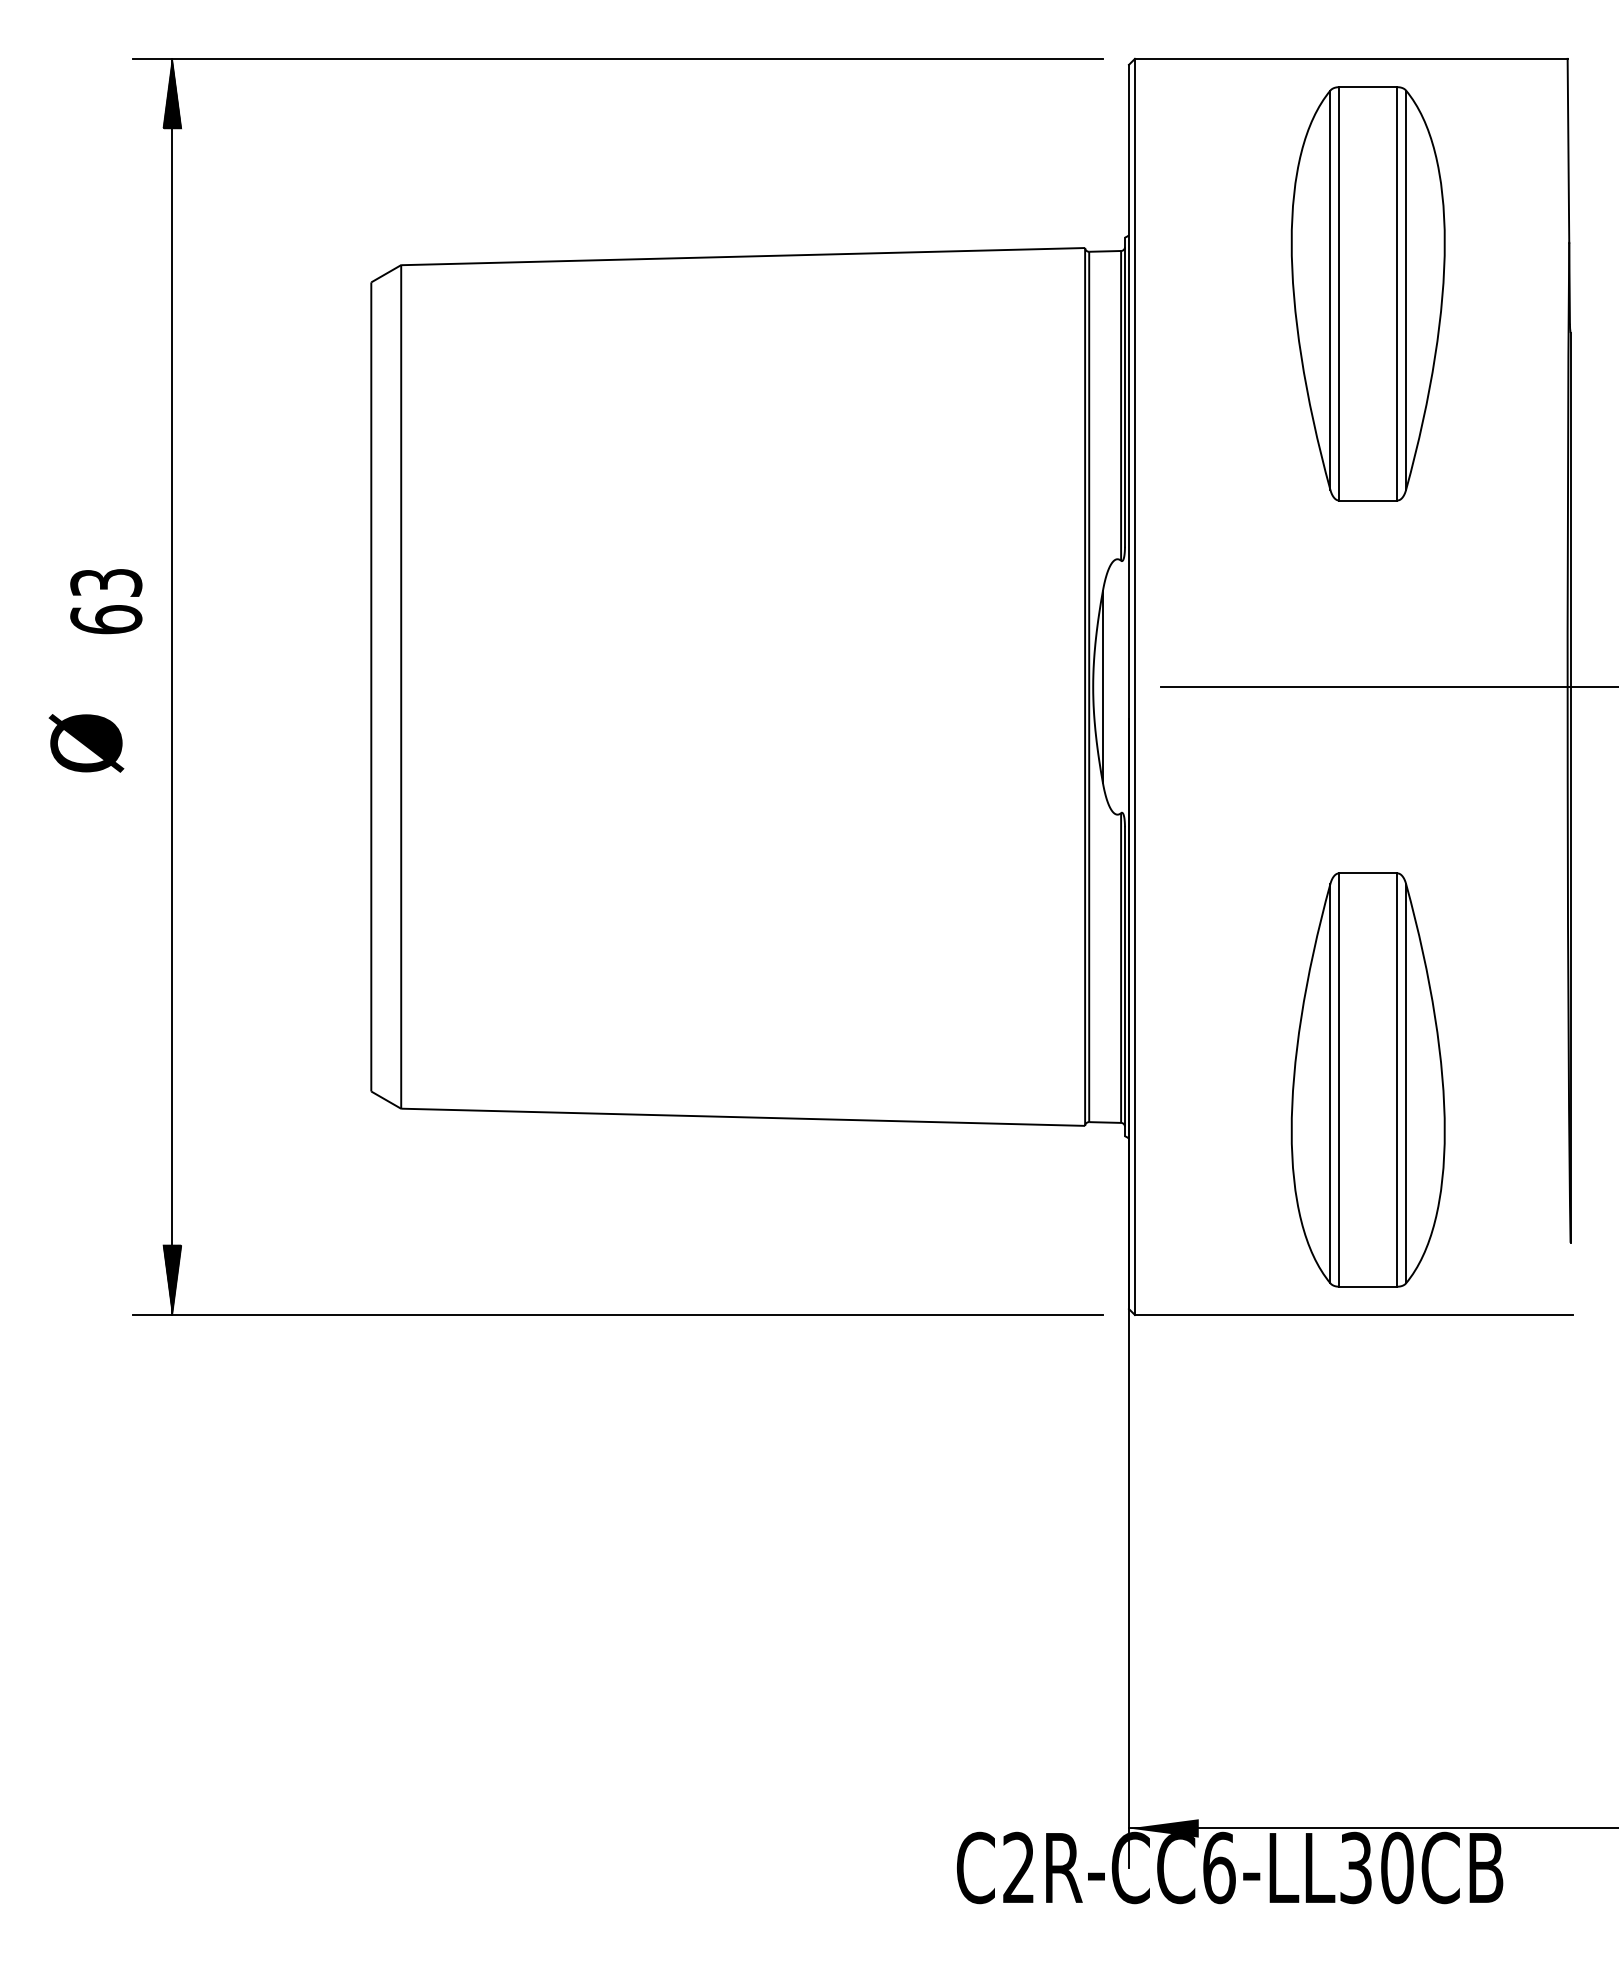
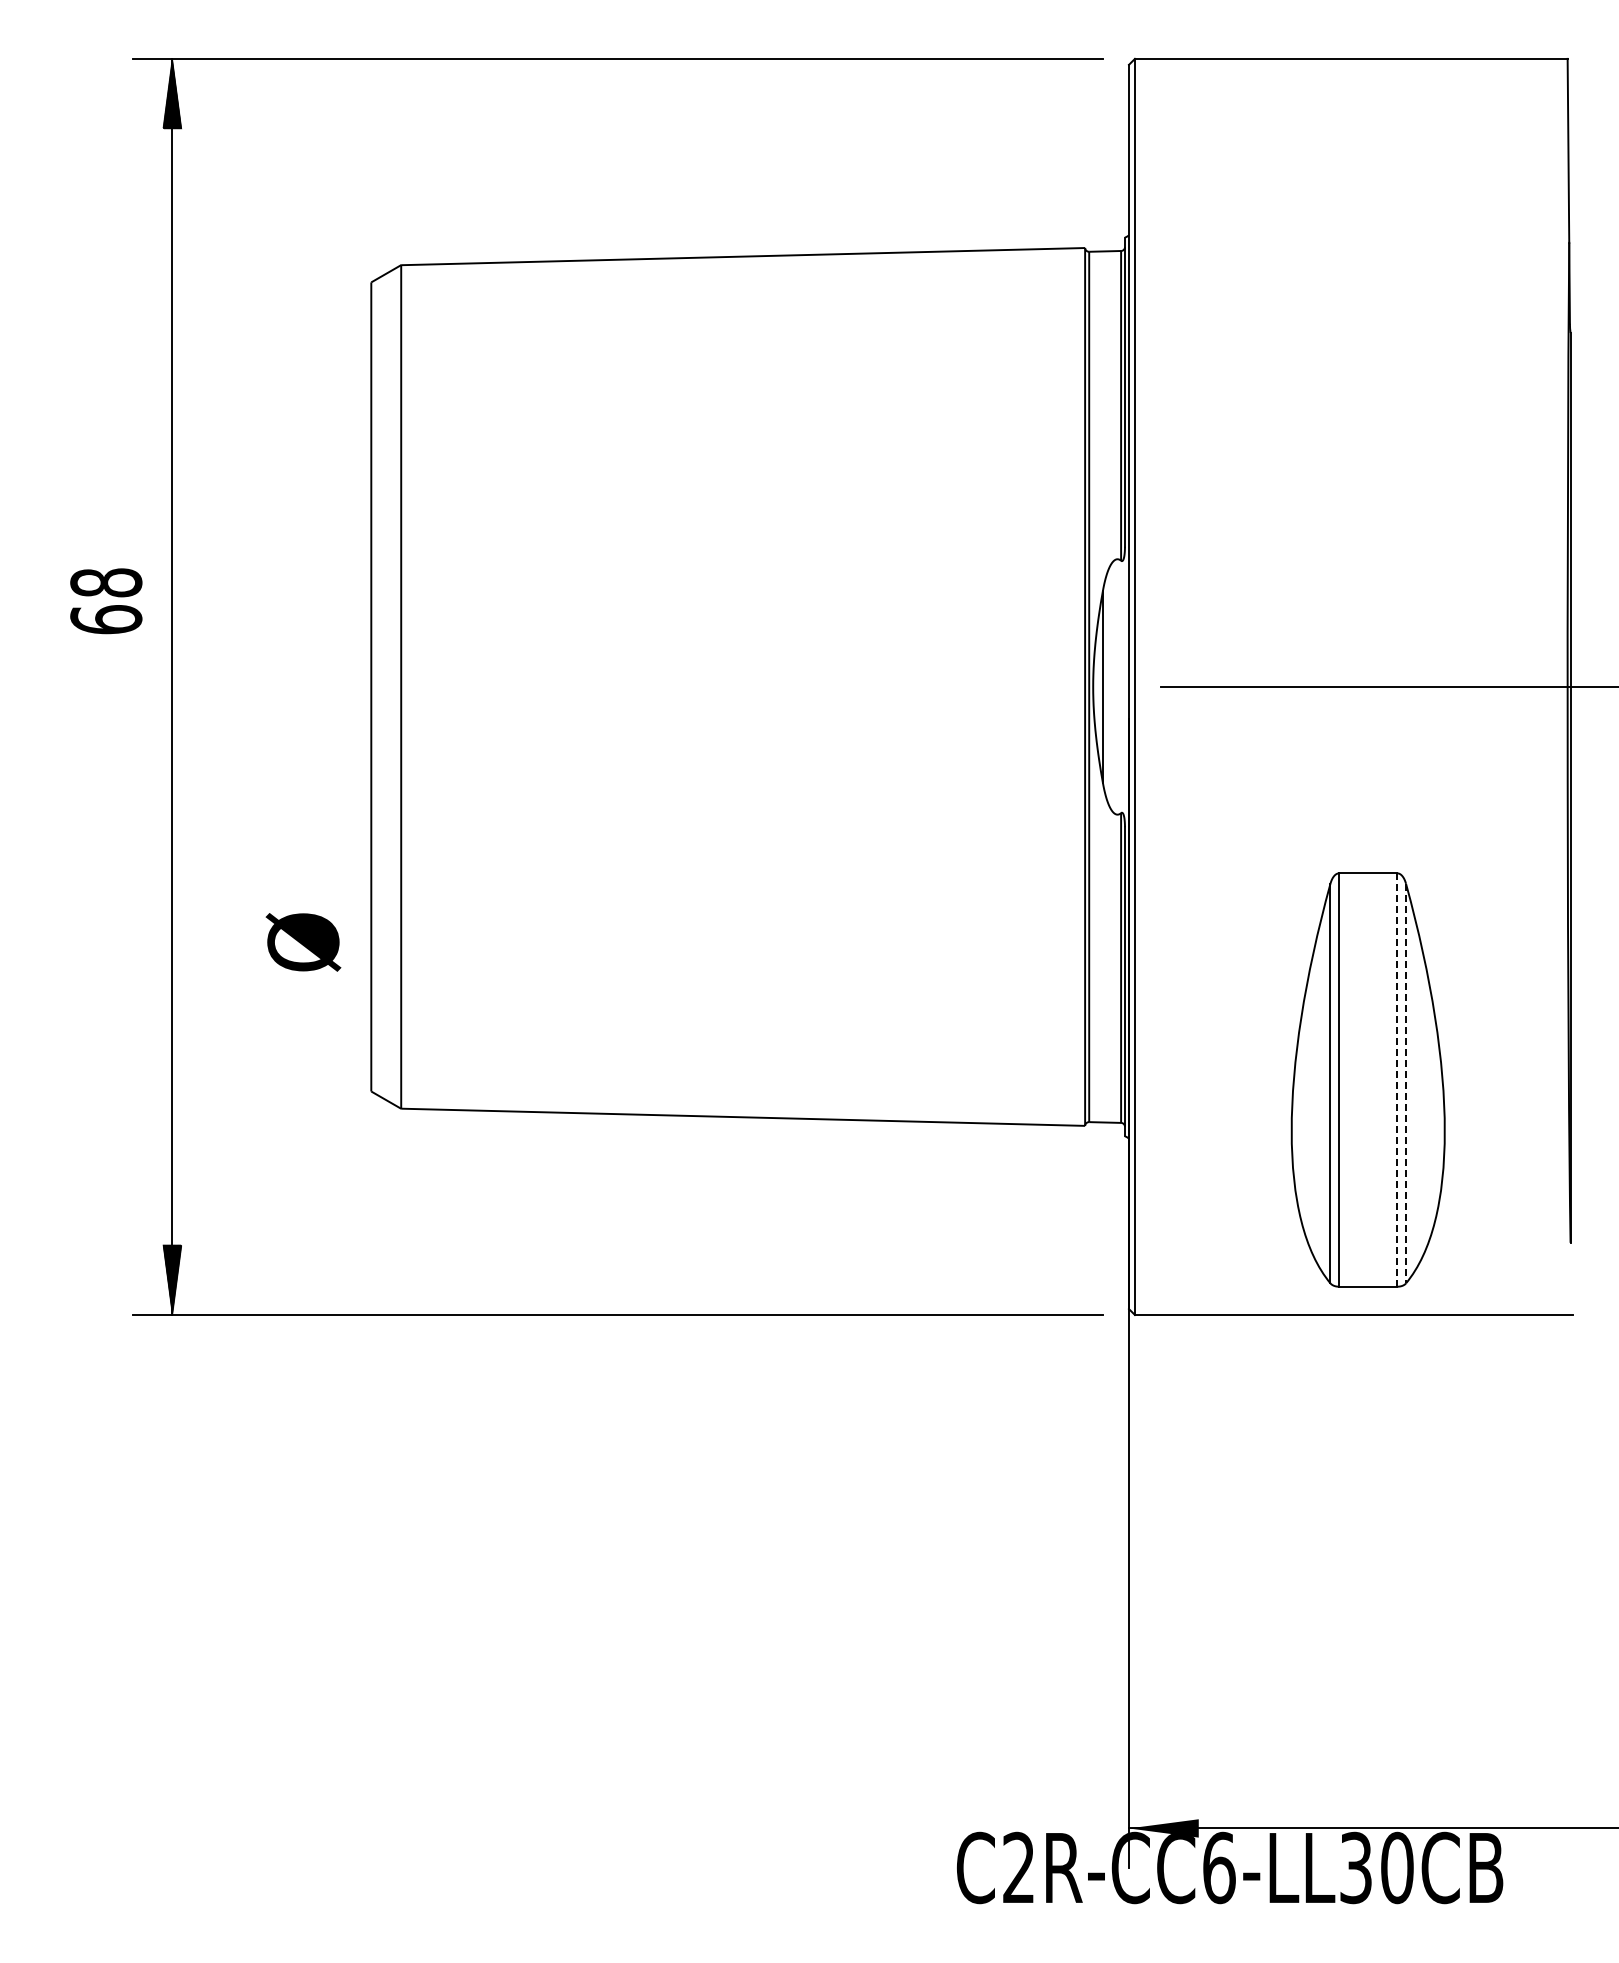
part at (1367, 293): present -> none
text at (106, 582): 63 -> 68
text at (86, 743) position: (86, 743) -> (303, 942)
line at (1397, 1080): solid -> dashed
line at (1406, 1083): solid -> dashed
